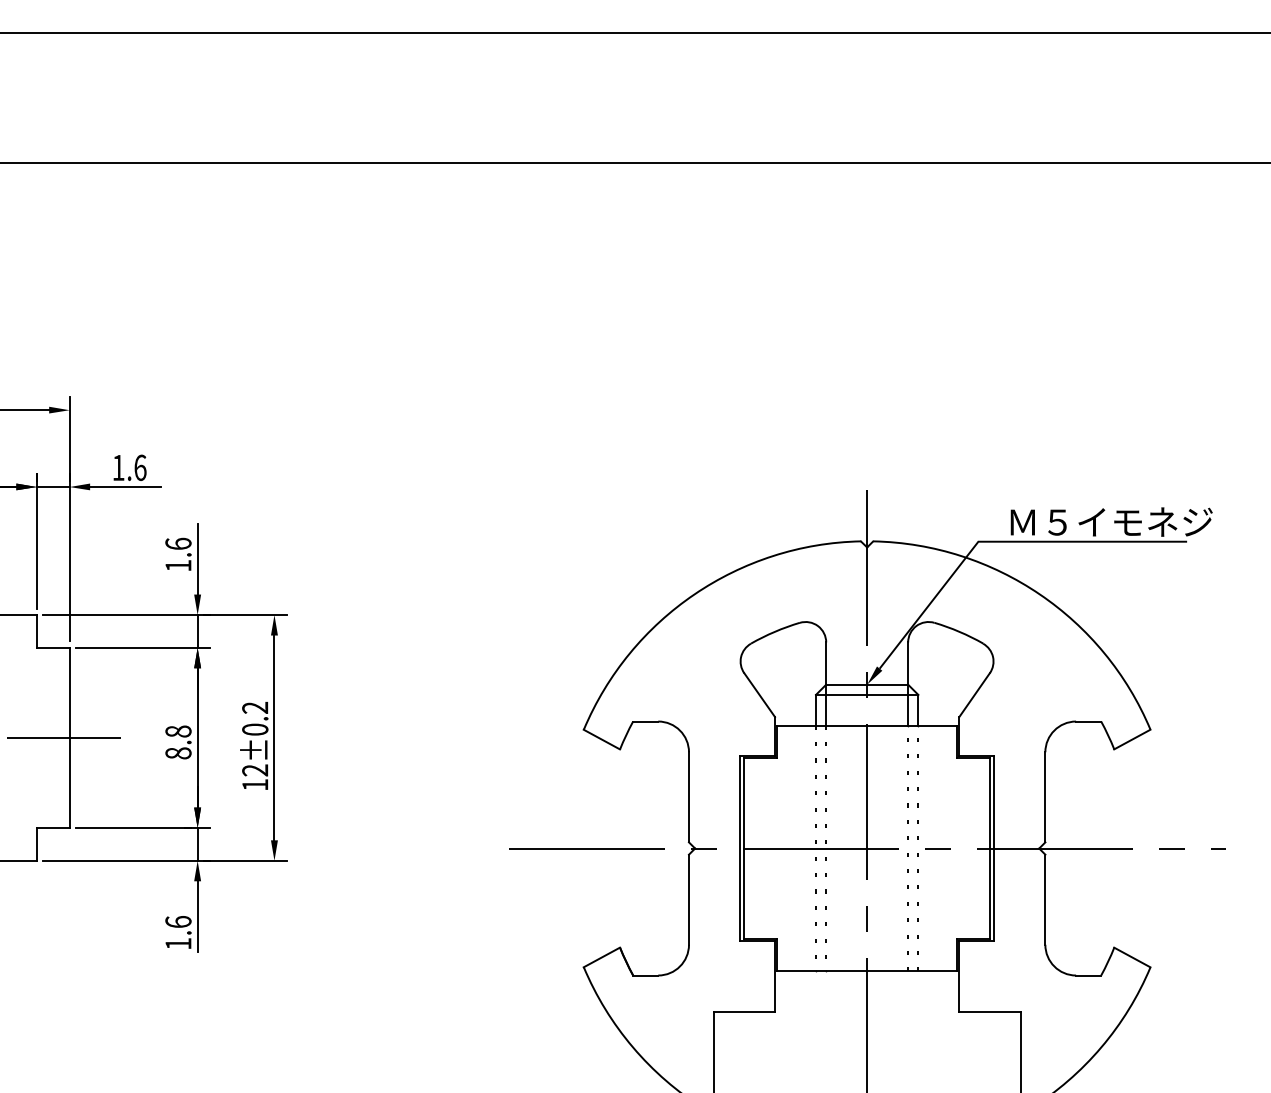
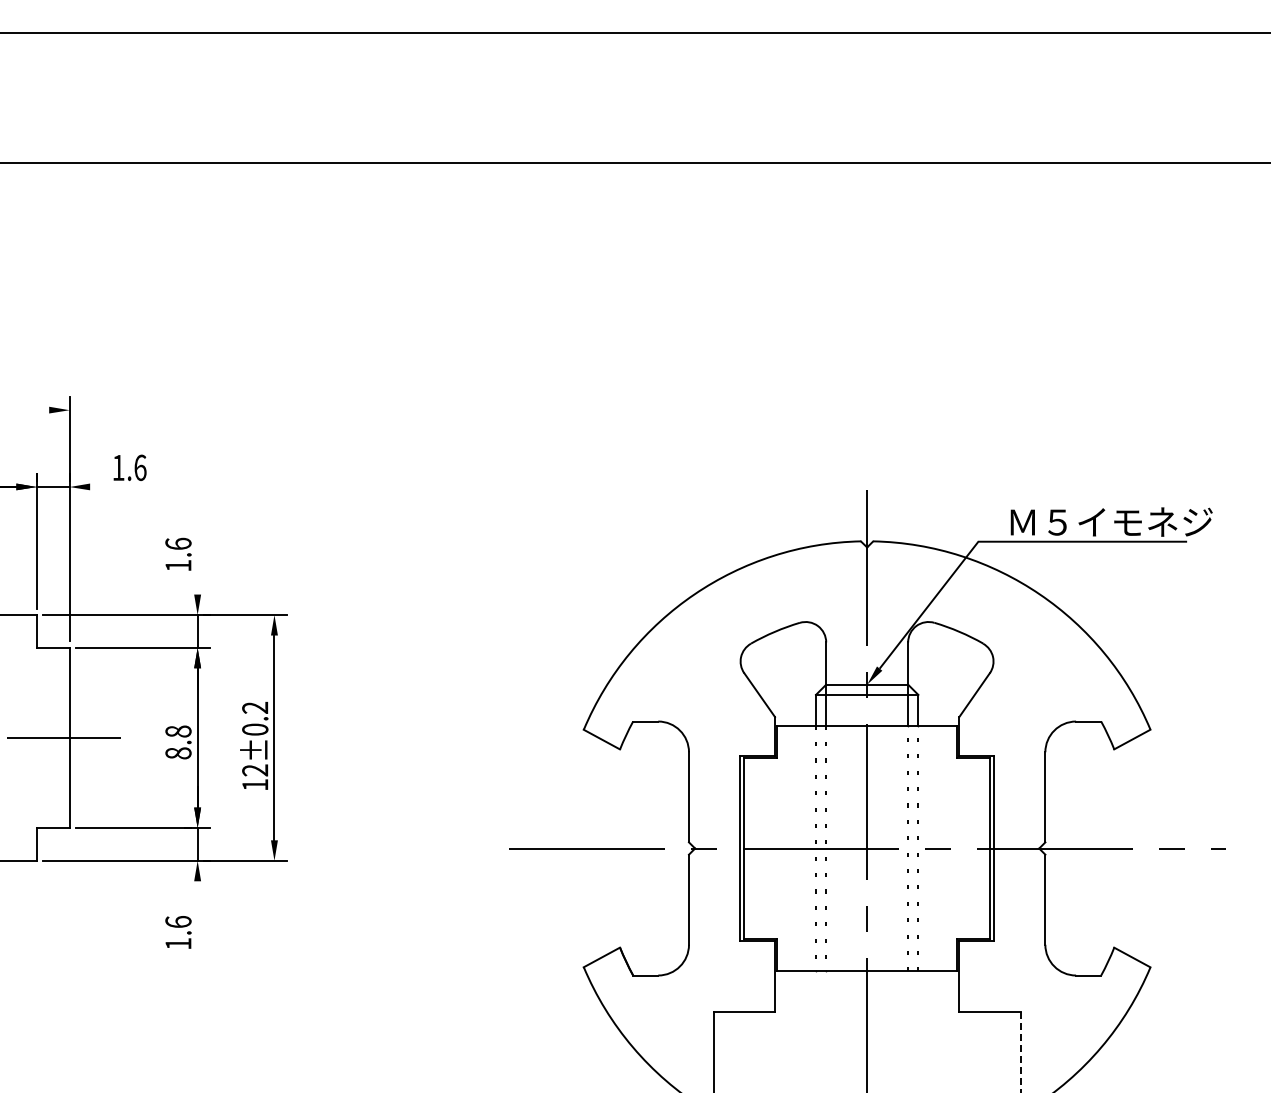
line at (25, 410): present -> none
line at (125, 487): present -> none
line at (197, 558): present -> none
line at (197, 916): present -> none
line at (1020, 1053): solid -> dashed
